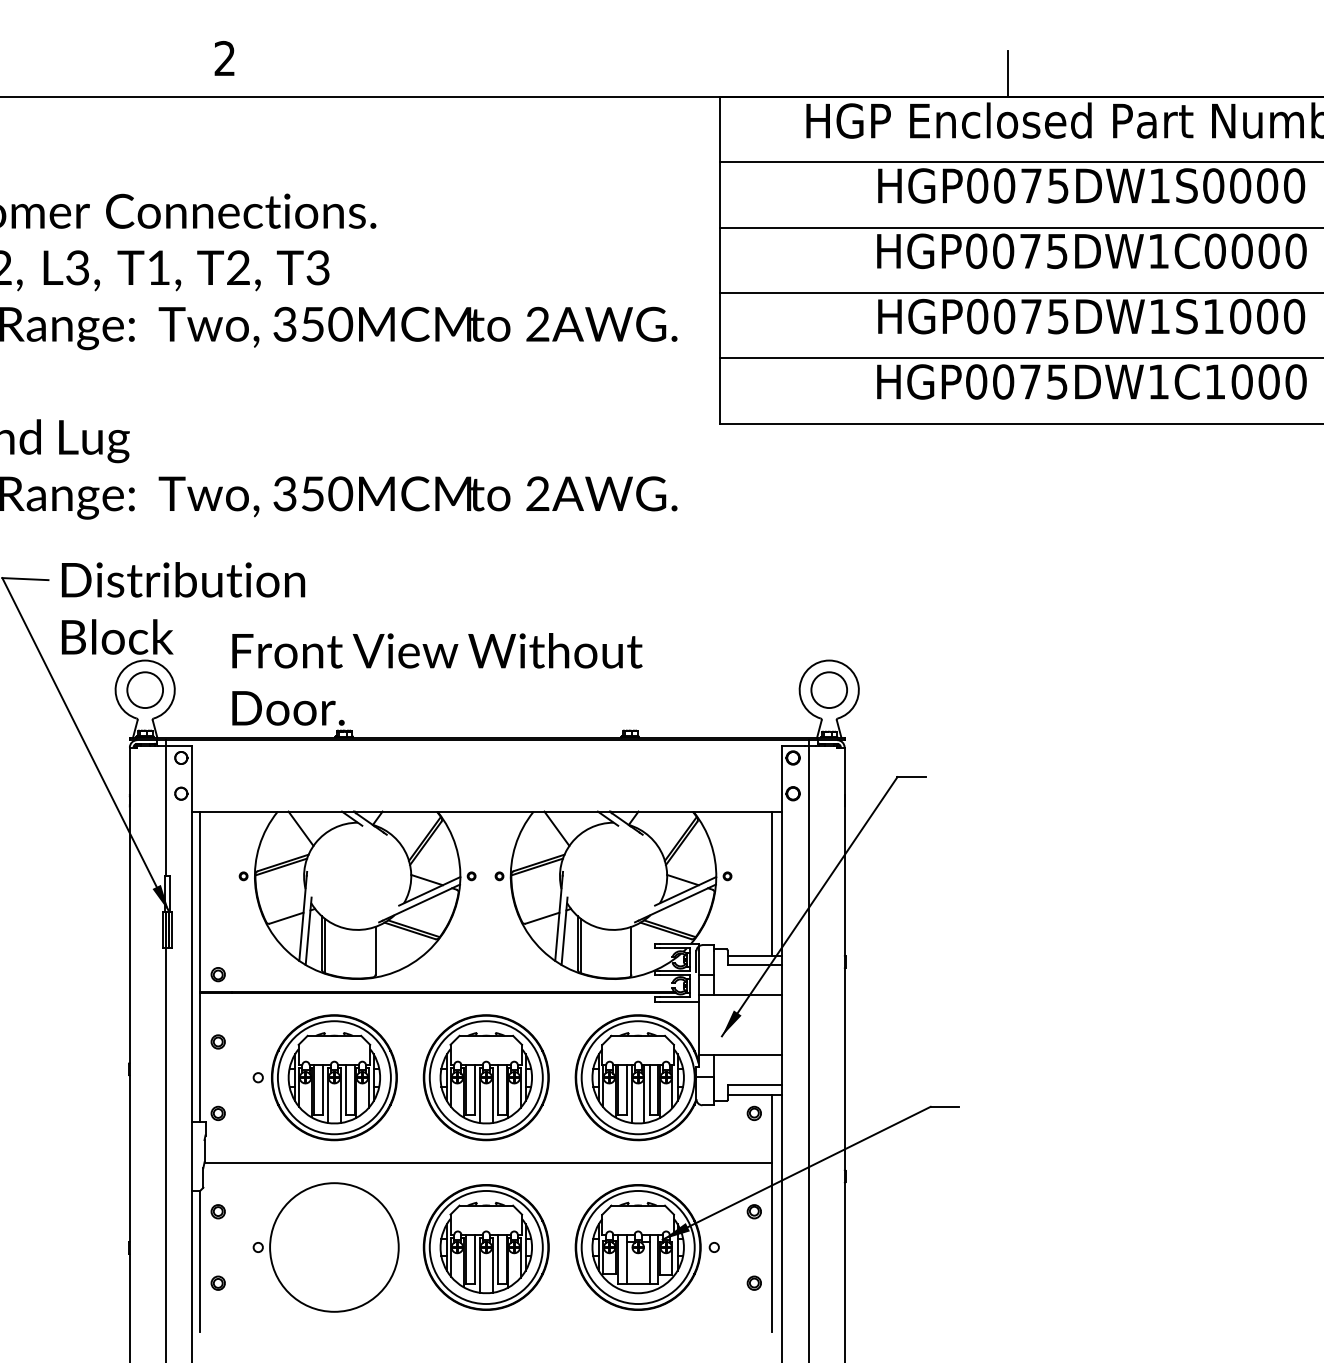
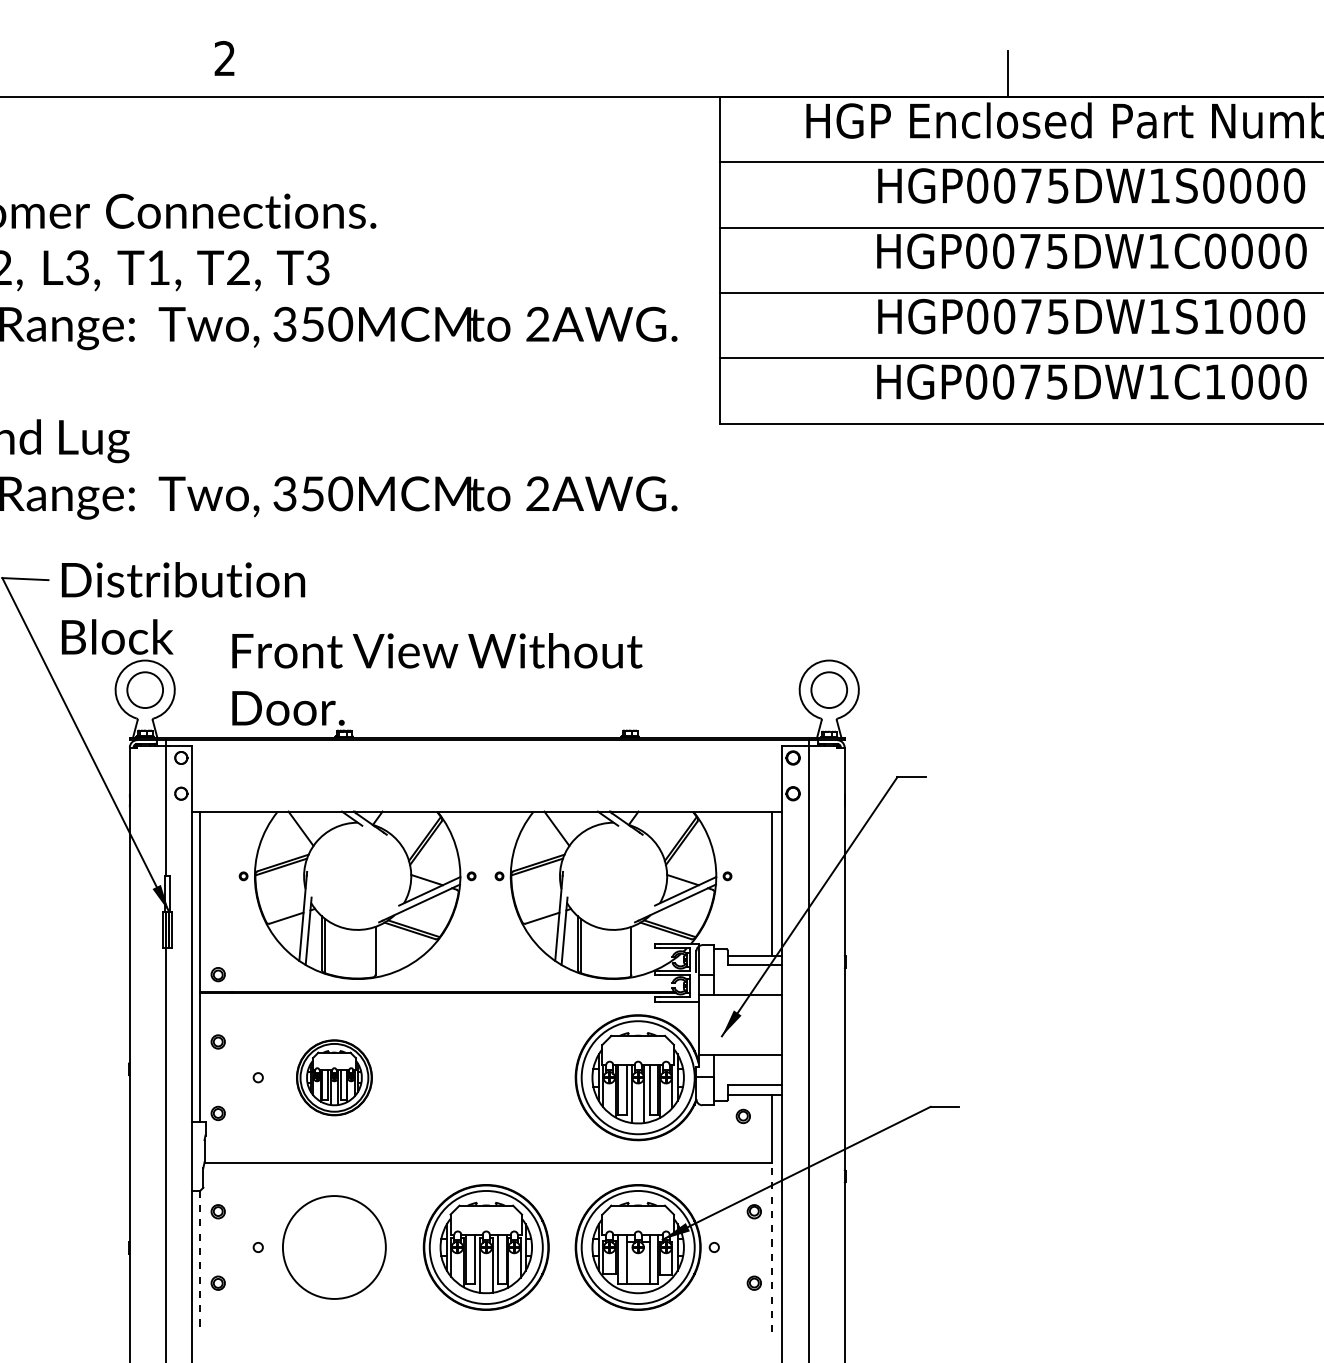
part at (334, 1077) size: 127x128 px -> 77x78 px
part at (485, 1077): present -> none
part at (753, 1112) position: (753, 1112) -> (742, 1115)
circle at (334, 1247) diameter: 129 px -> 103 px
line at (772, 1247): solid -> dashed
line at (200, 1261): solid -> dashed
